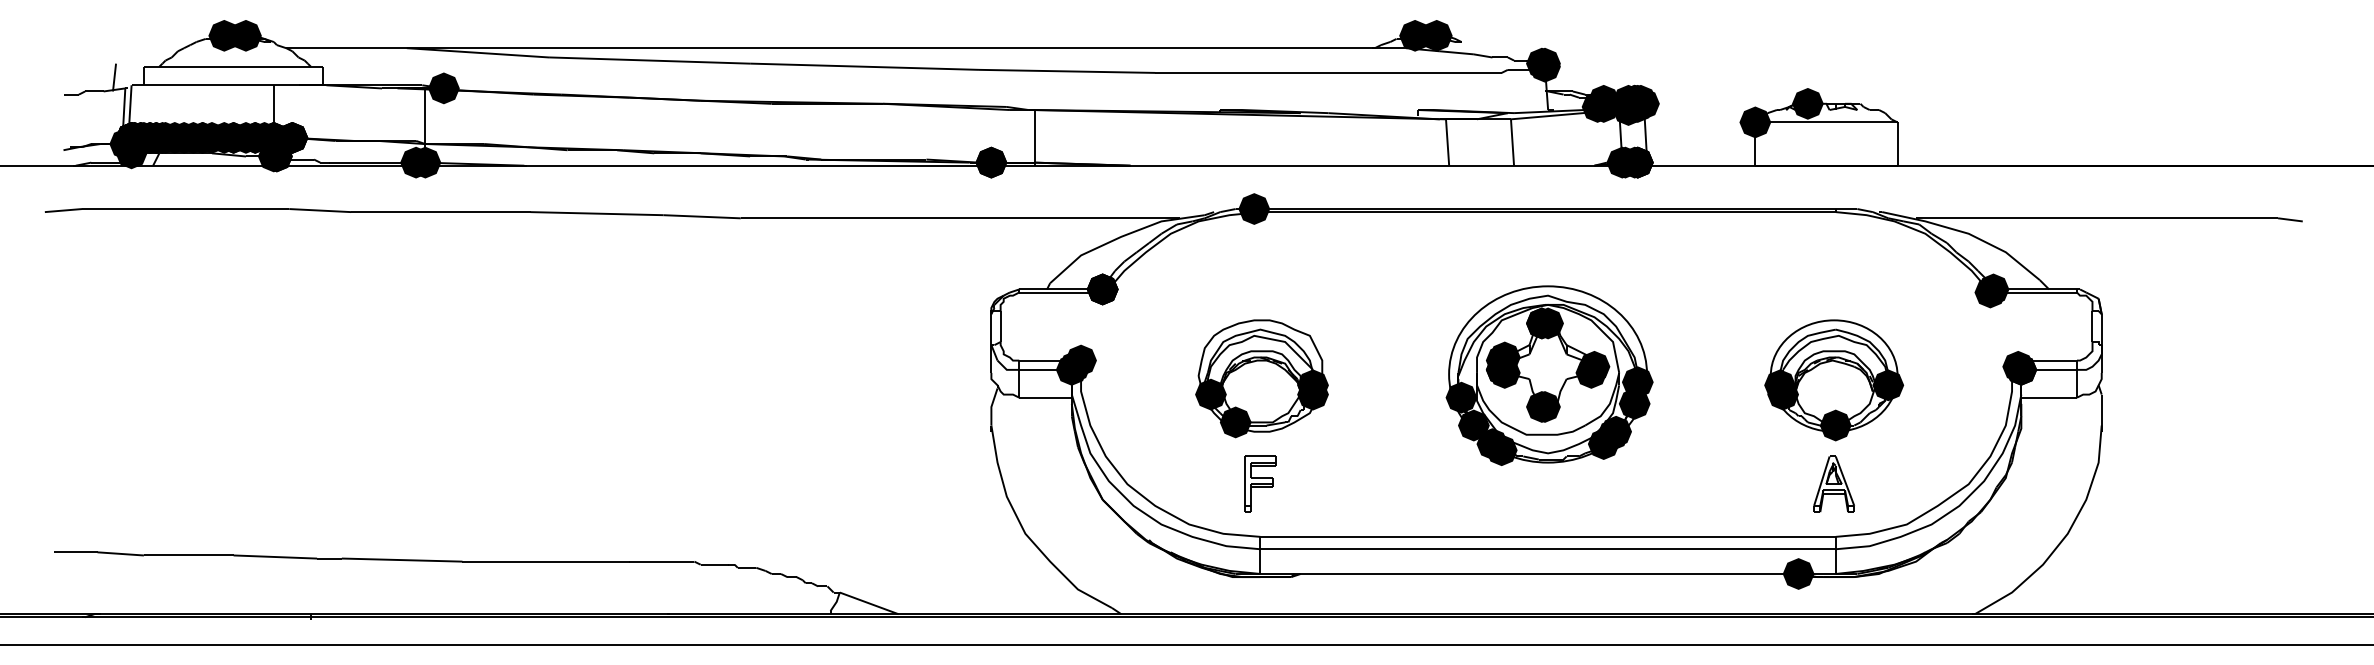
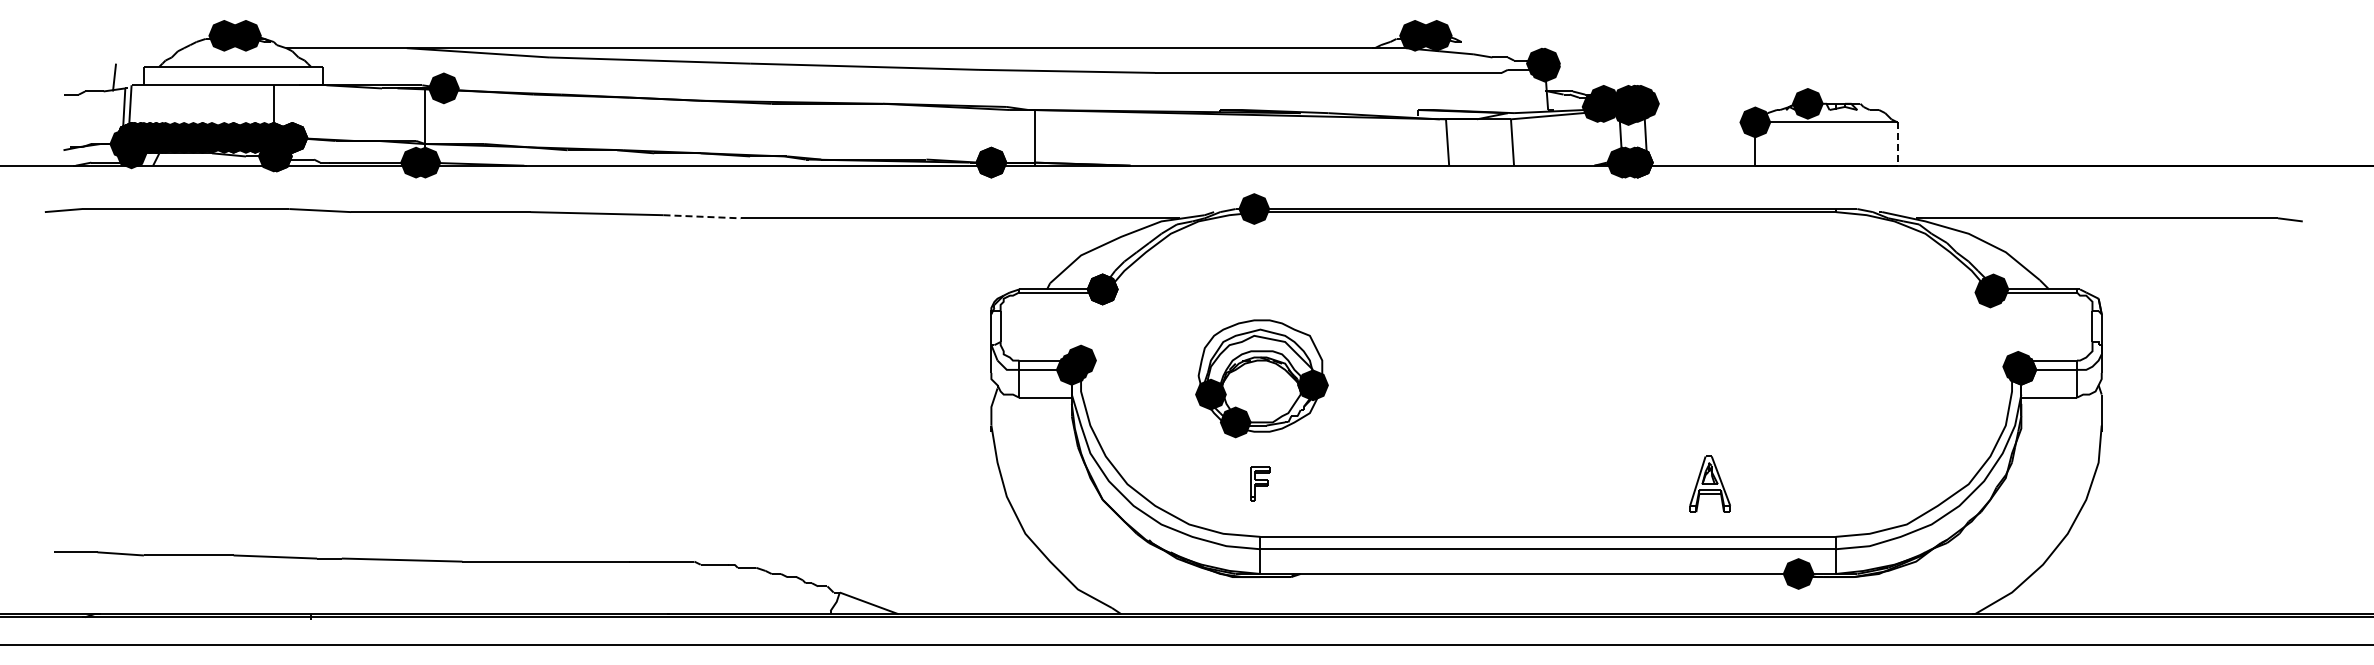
line at (1897, 144): solid -> dashed
line at (702, 216): solid -> dashed
part at (1549, 375): present -> none
part at (1834, 380): present -> none
fill at (1312, 394): present -> none
part at (1260, 483) size: 33x58 px -> 21x36 px
part at (1833, 483) position: (1833, 483) -> (1709, 483)
